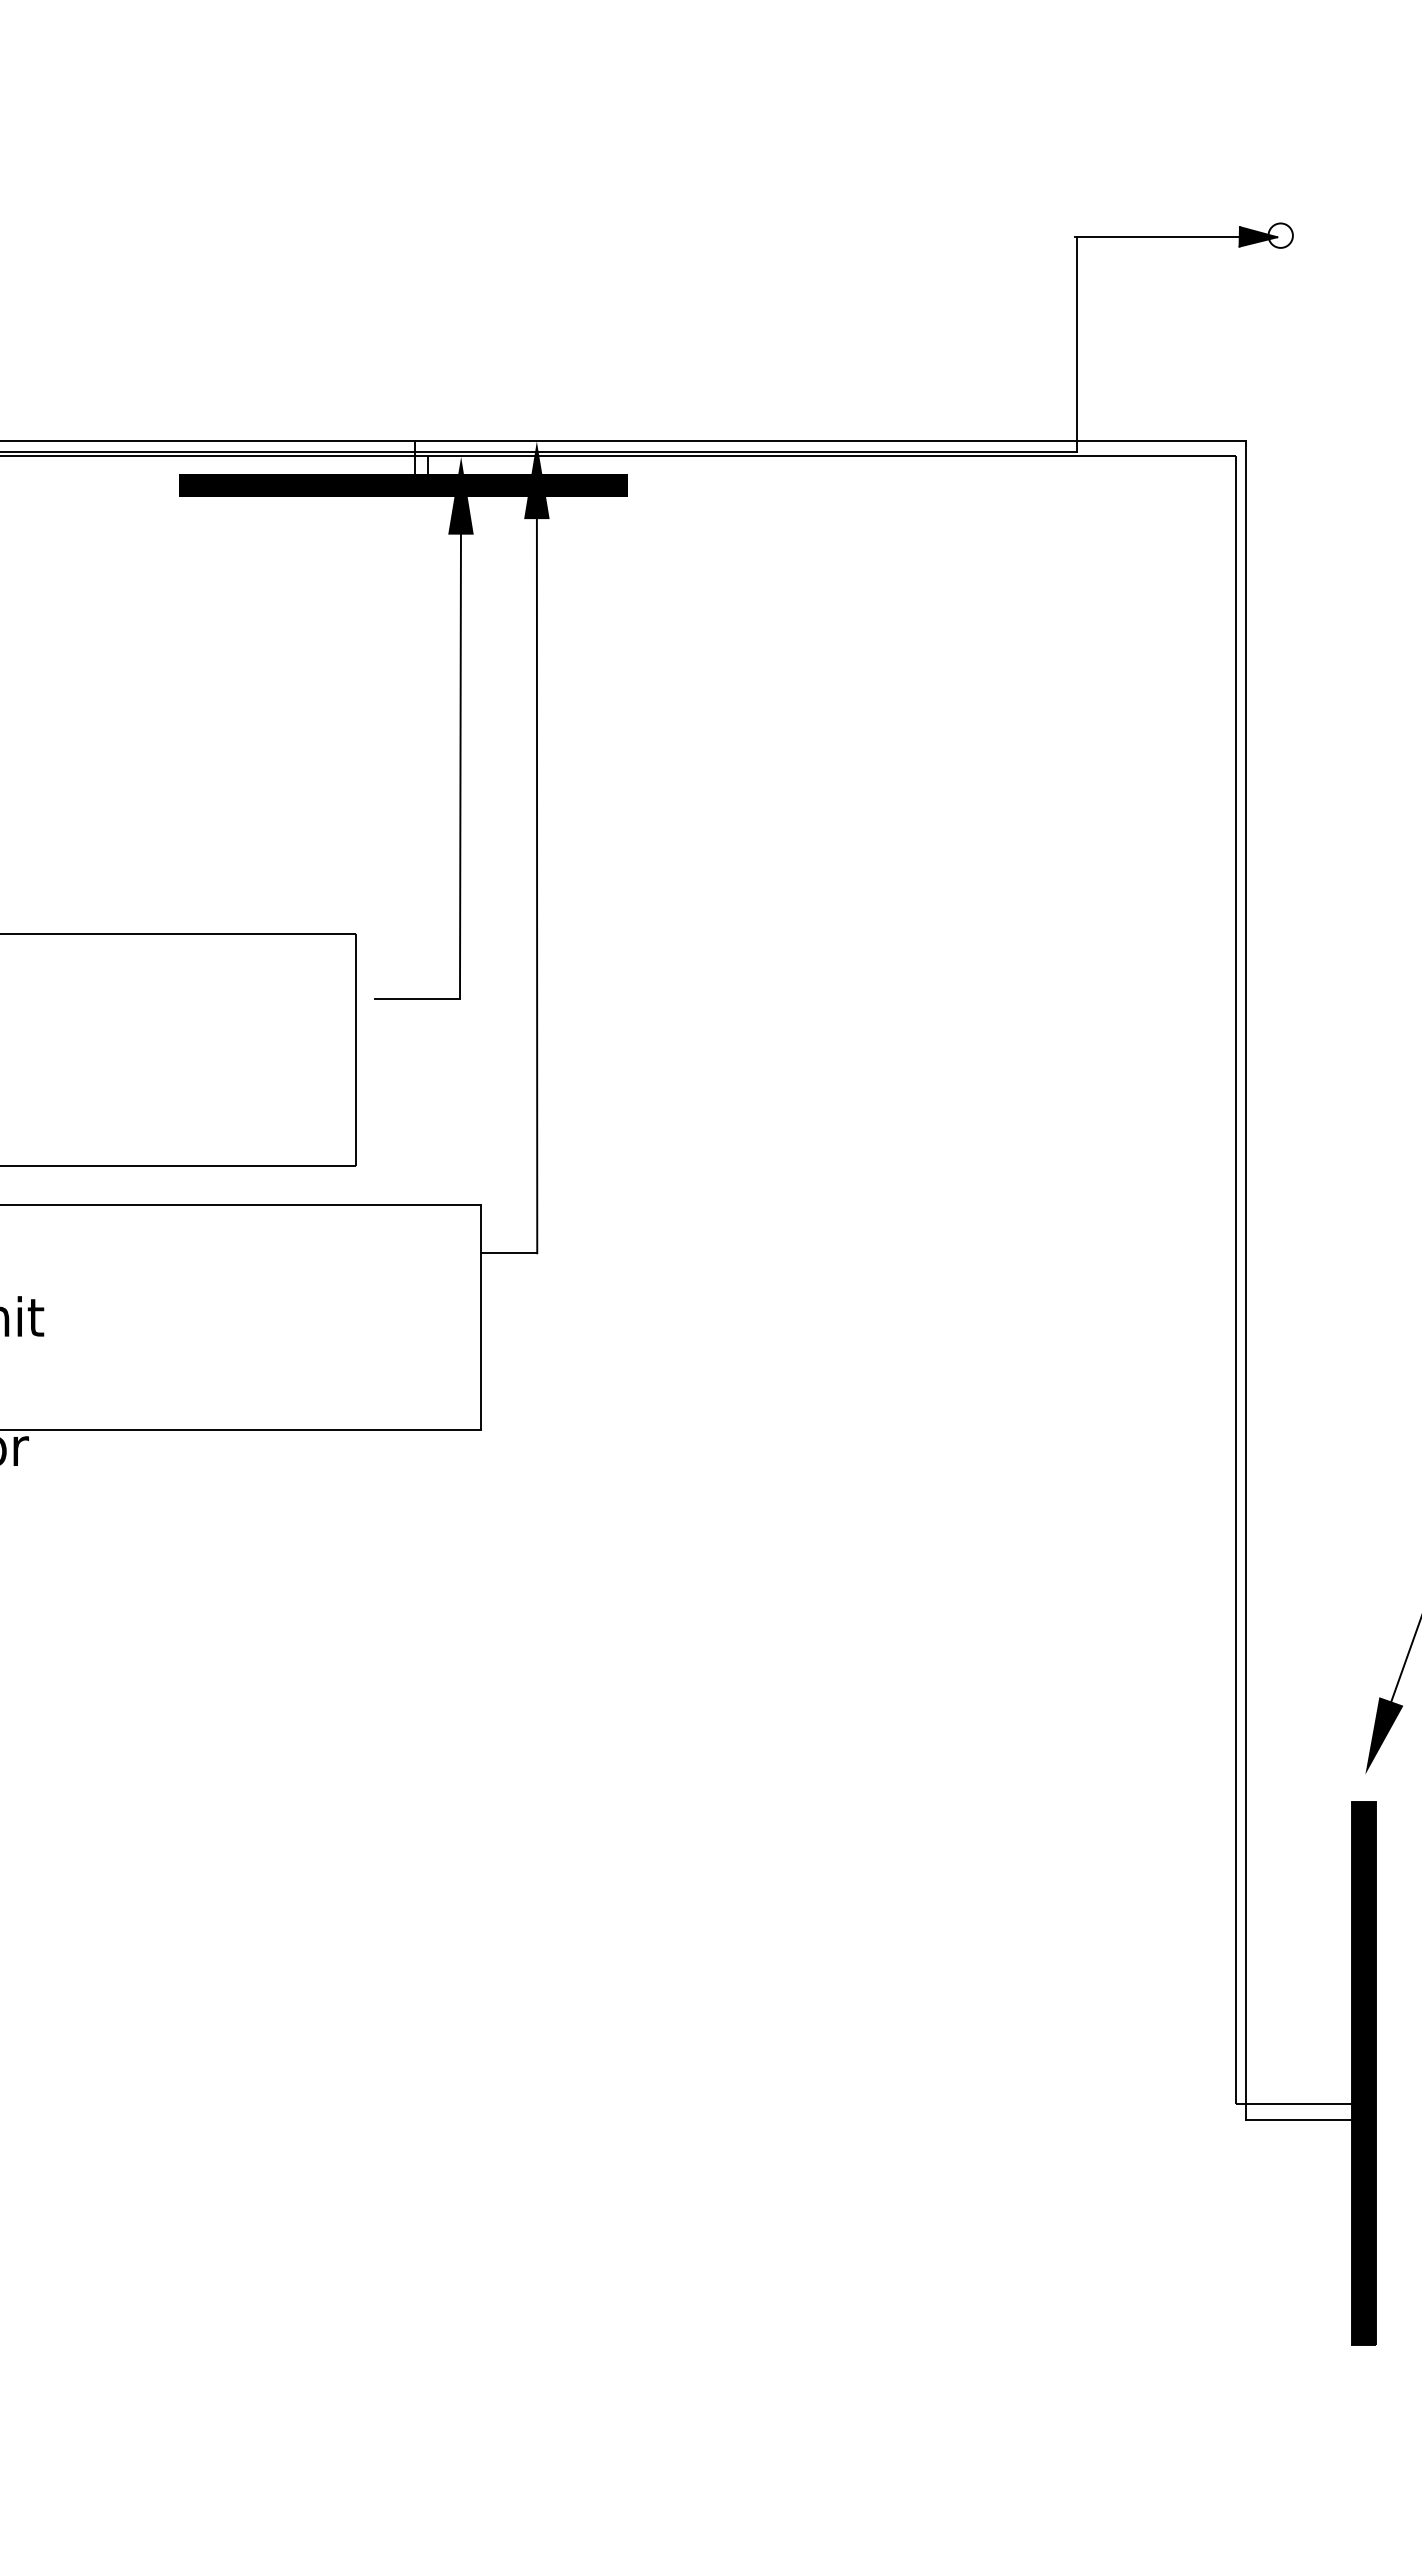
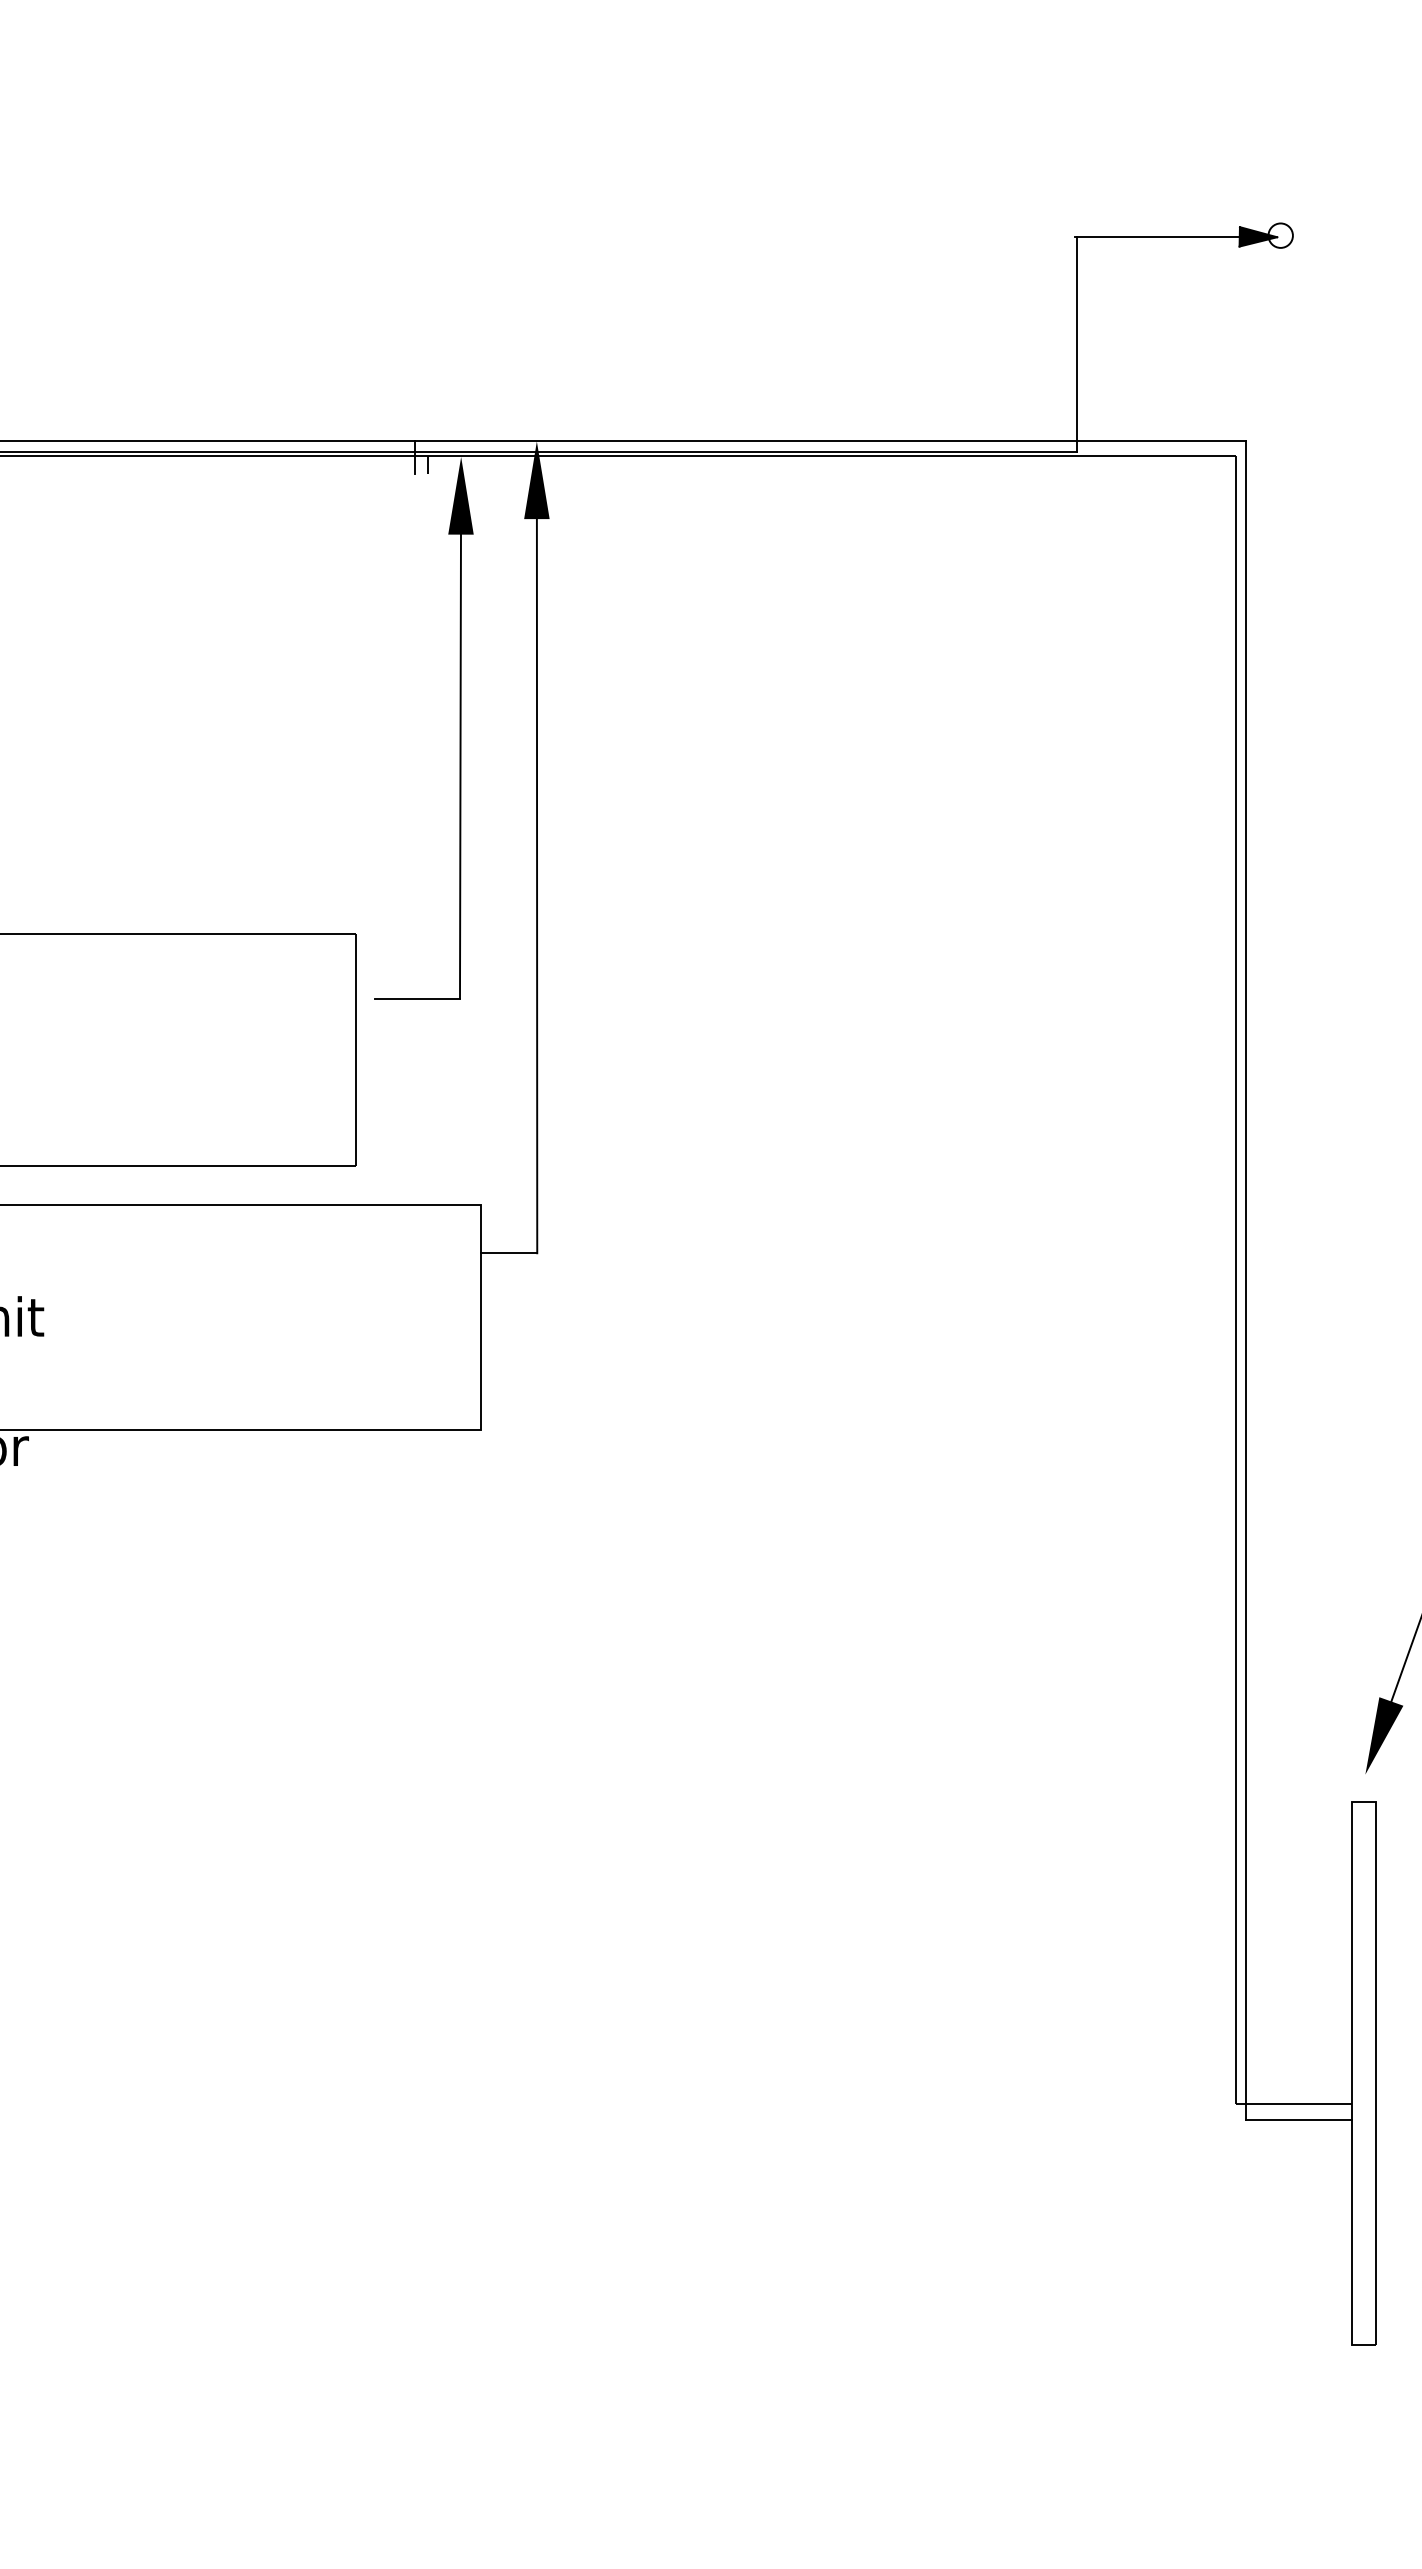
fill at (402, 485): present -> none
fill at (1363, 2073): present -> none
